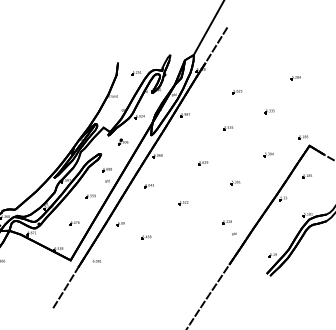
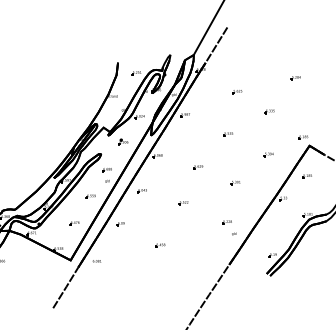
part at (227, 128) position: (227, 128) -> (227, 134)
part at (203, 163) position: (203, 163) -> (198, 167)
part at (148, 186) position: (148, 186) -> (141, 191)
part at (146, 237) position: (146, 237) -> (160, 245)
